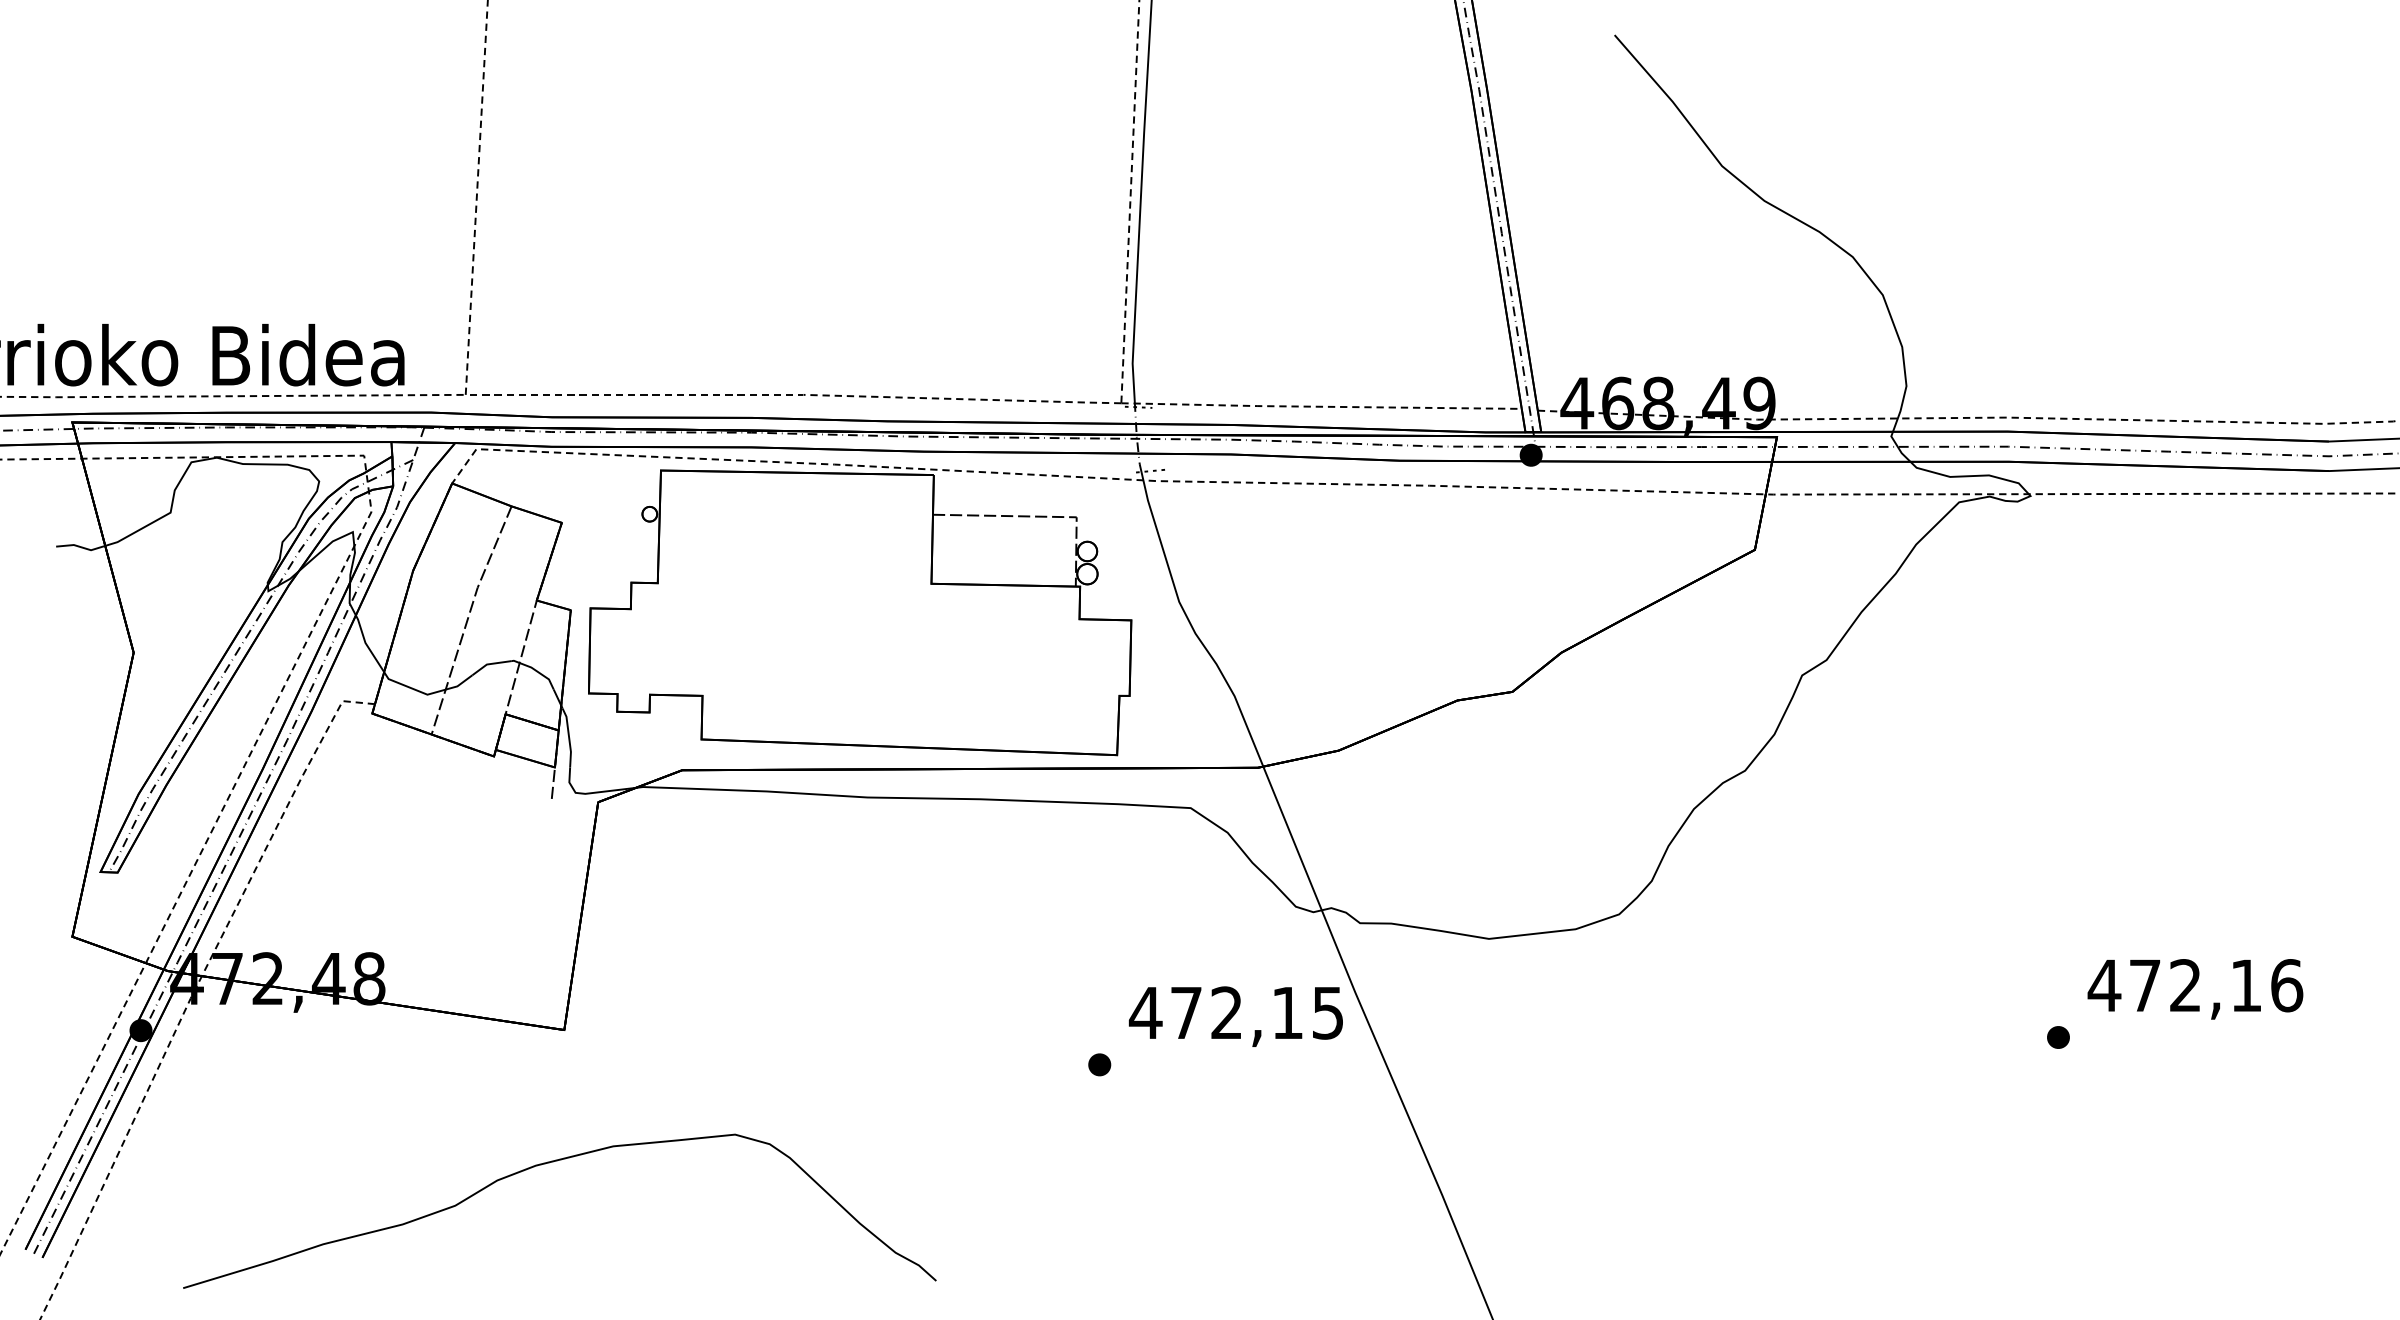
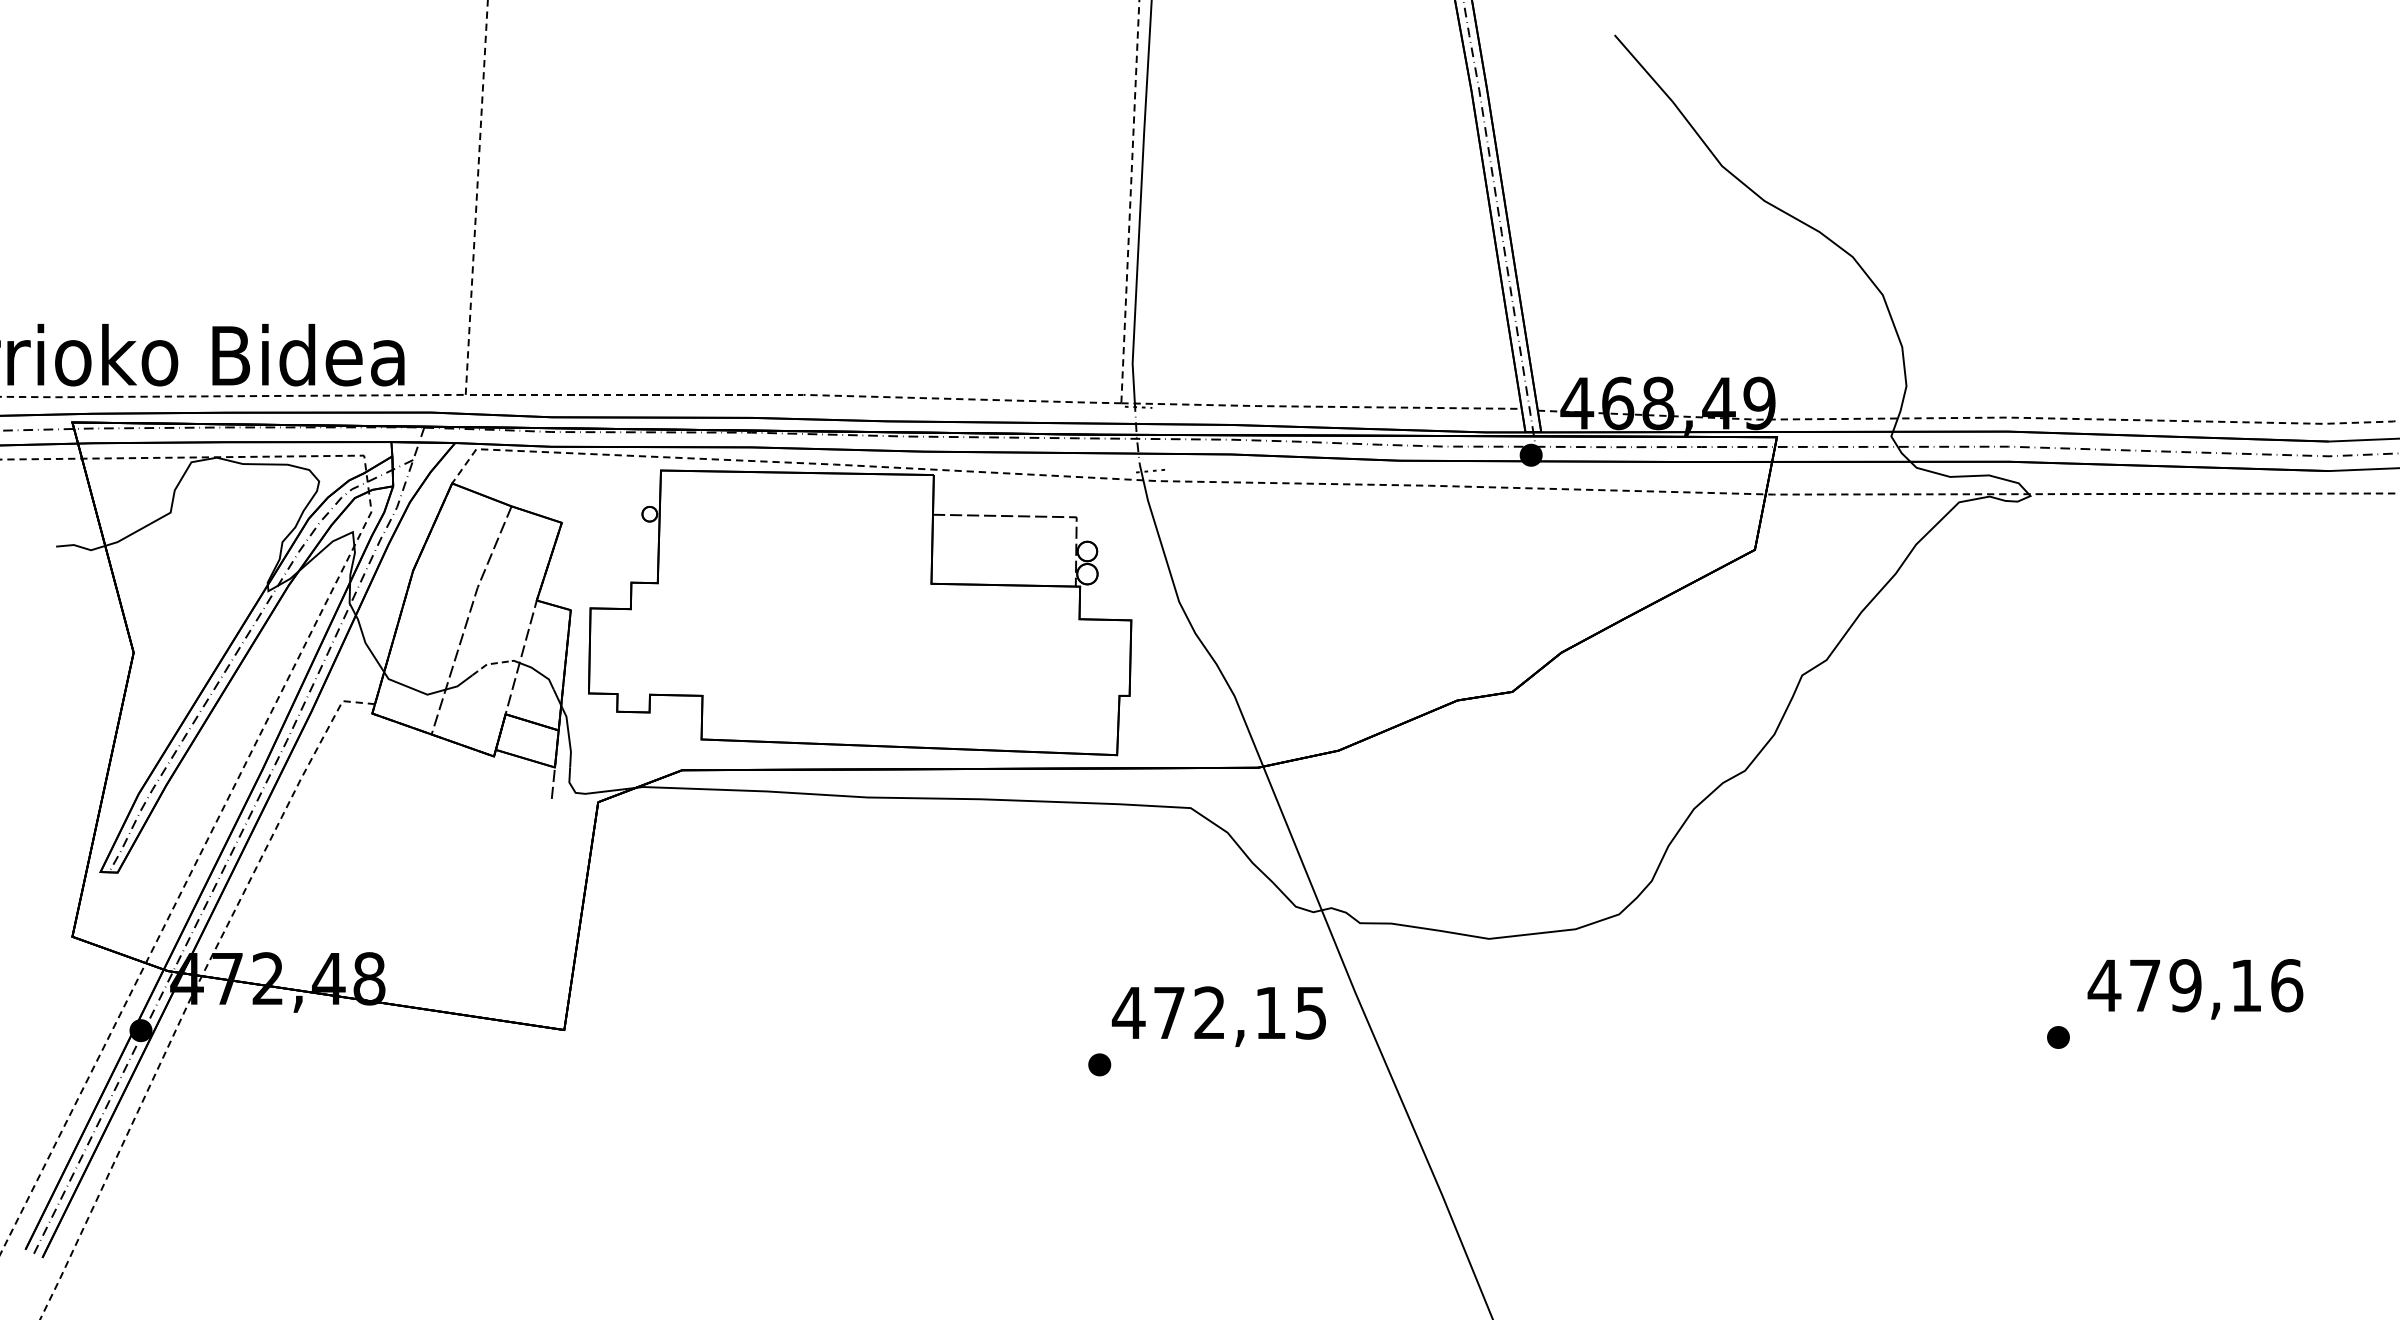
line at (490, 664): solid -> dashed
text at (2185, 985): 472,16 -> 479,16
text at (1235, 1016) position: (1235, 1016) -> (1218, 1016)
curve at (549, 1163): present -> none
